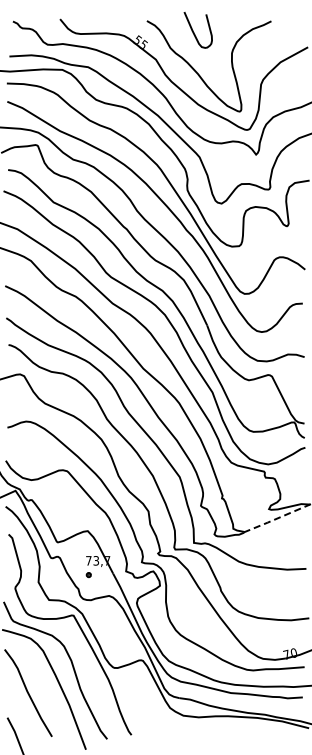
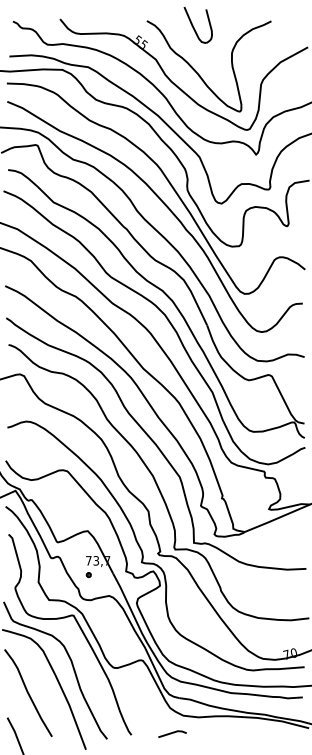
curve at (194, 32) position: (194, 32) -> (194, 27)
line at (277, 518): dashed -> solid
line at (172, 733): none -> present
